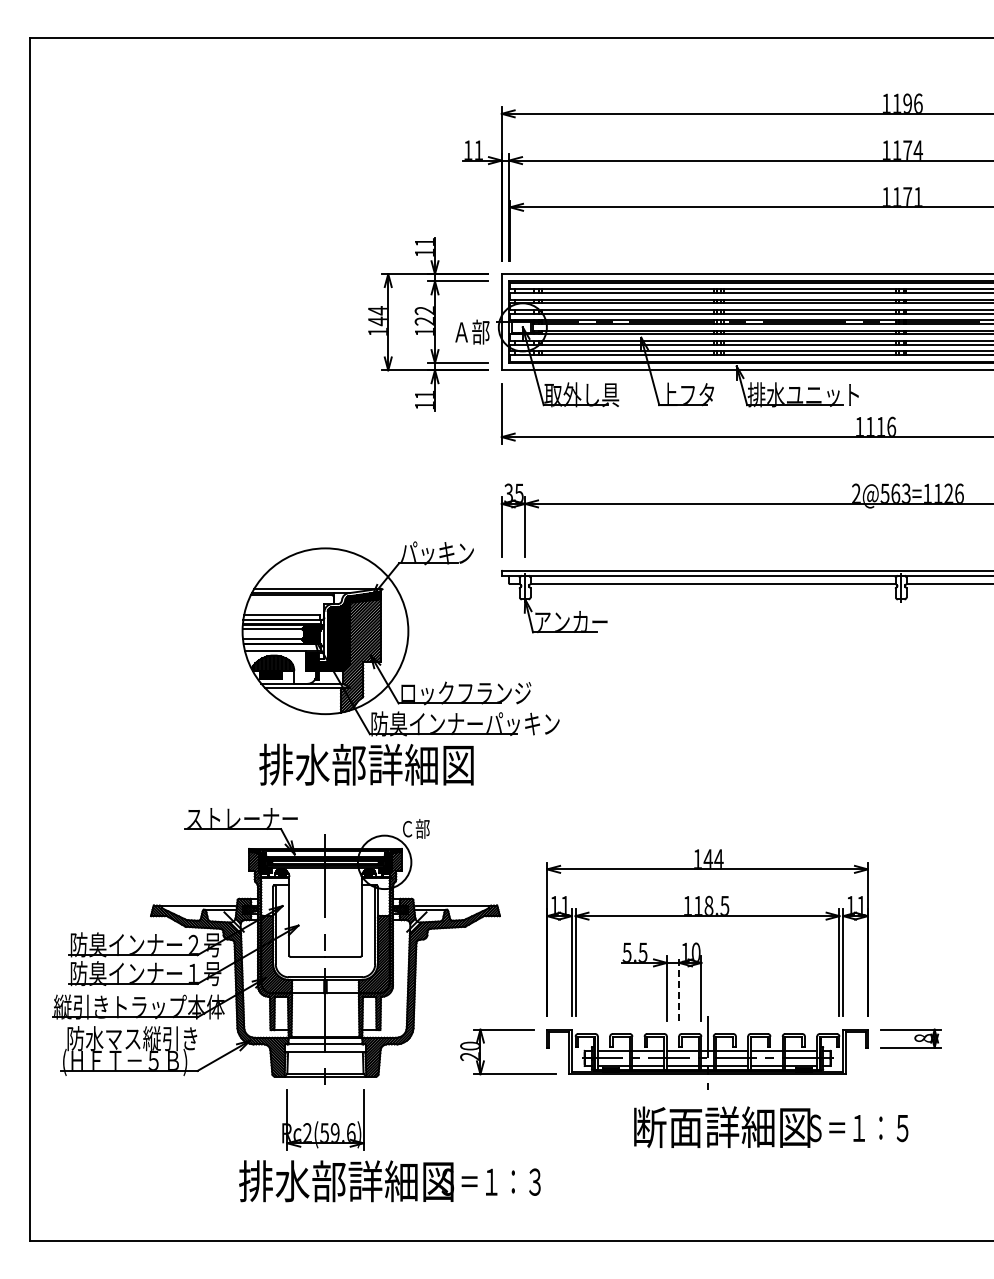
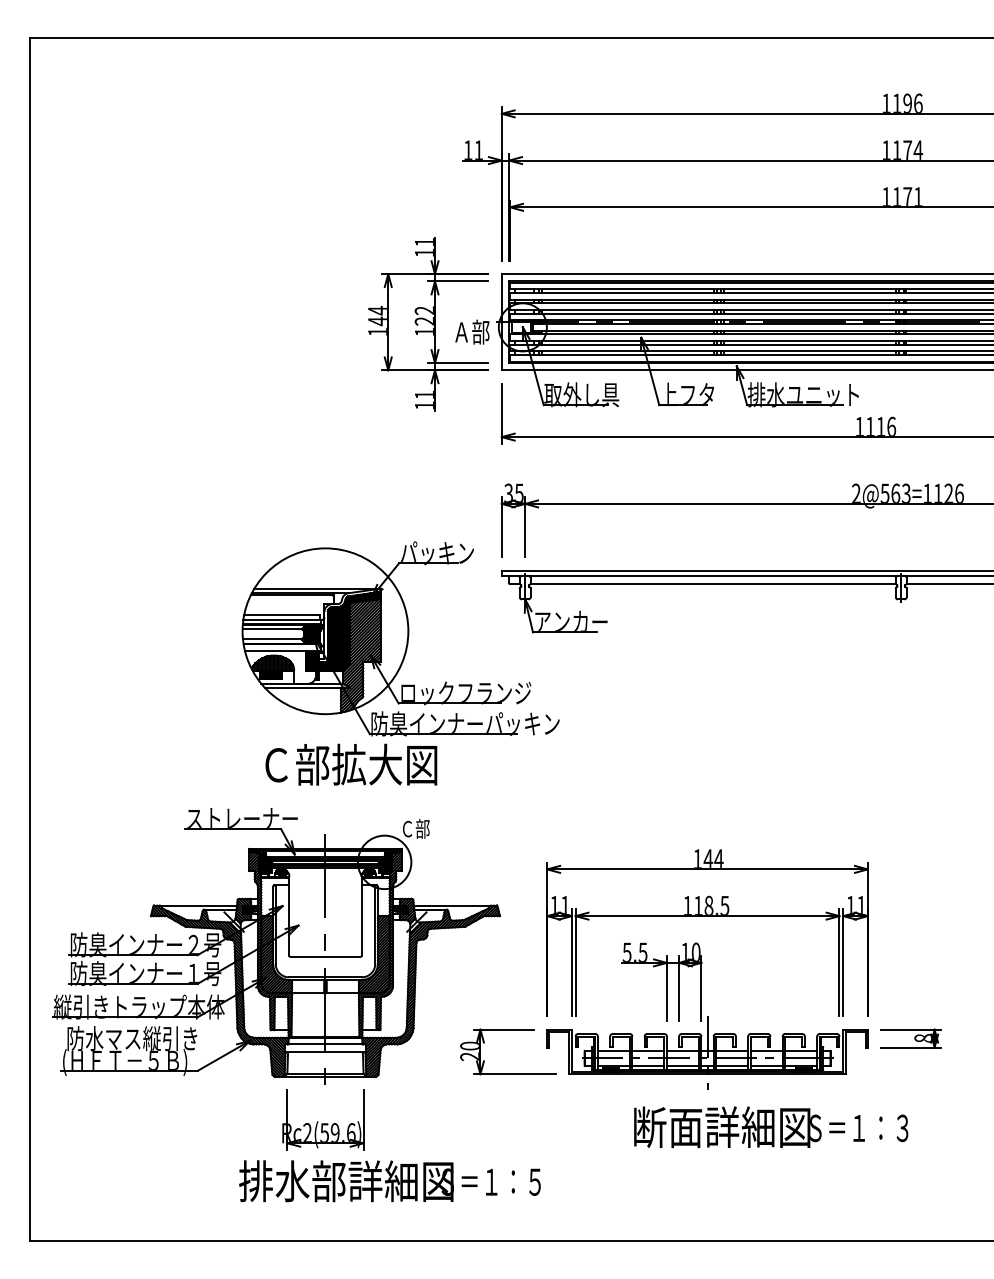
text at (366, 764): 排水部詳細図 -> Ｃ部拡大図
line at (679, 987): dashed -> solid
text at (902, 1127): Ｓ＝１：５ -> Ｓ＝１：３
text at (534, 1181): Ｓ＝１：３ -> Ｓ＝１：５
